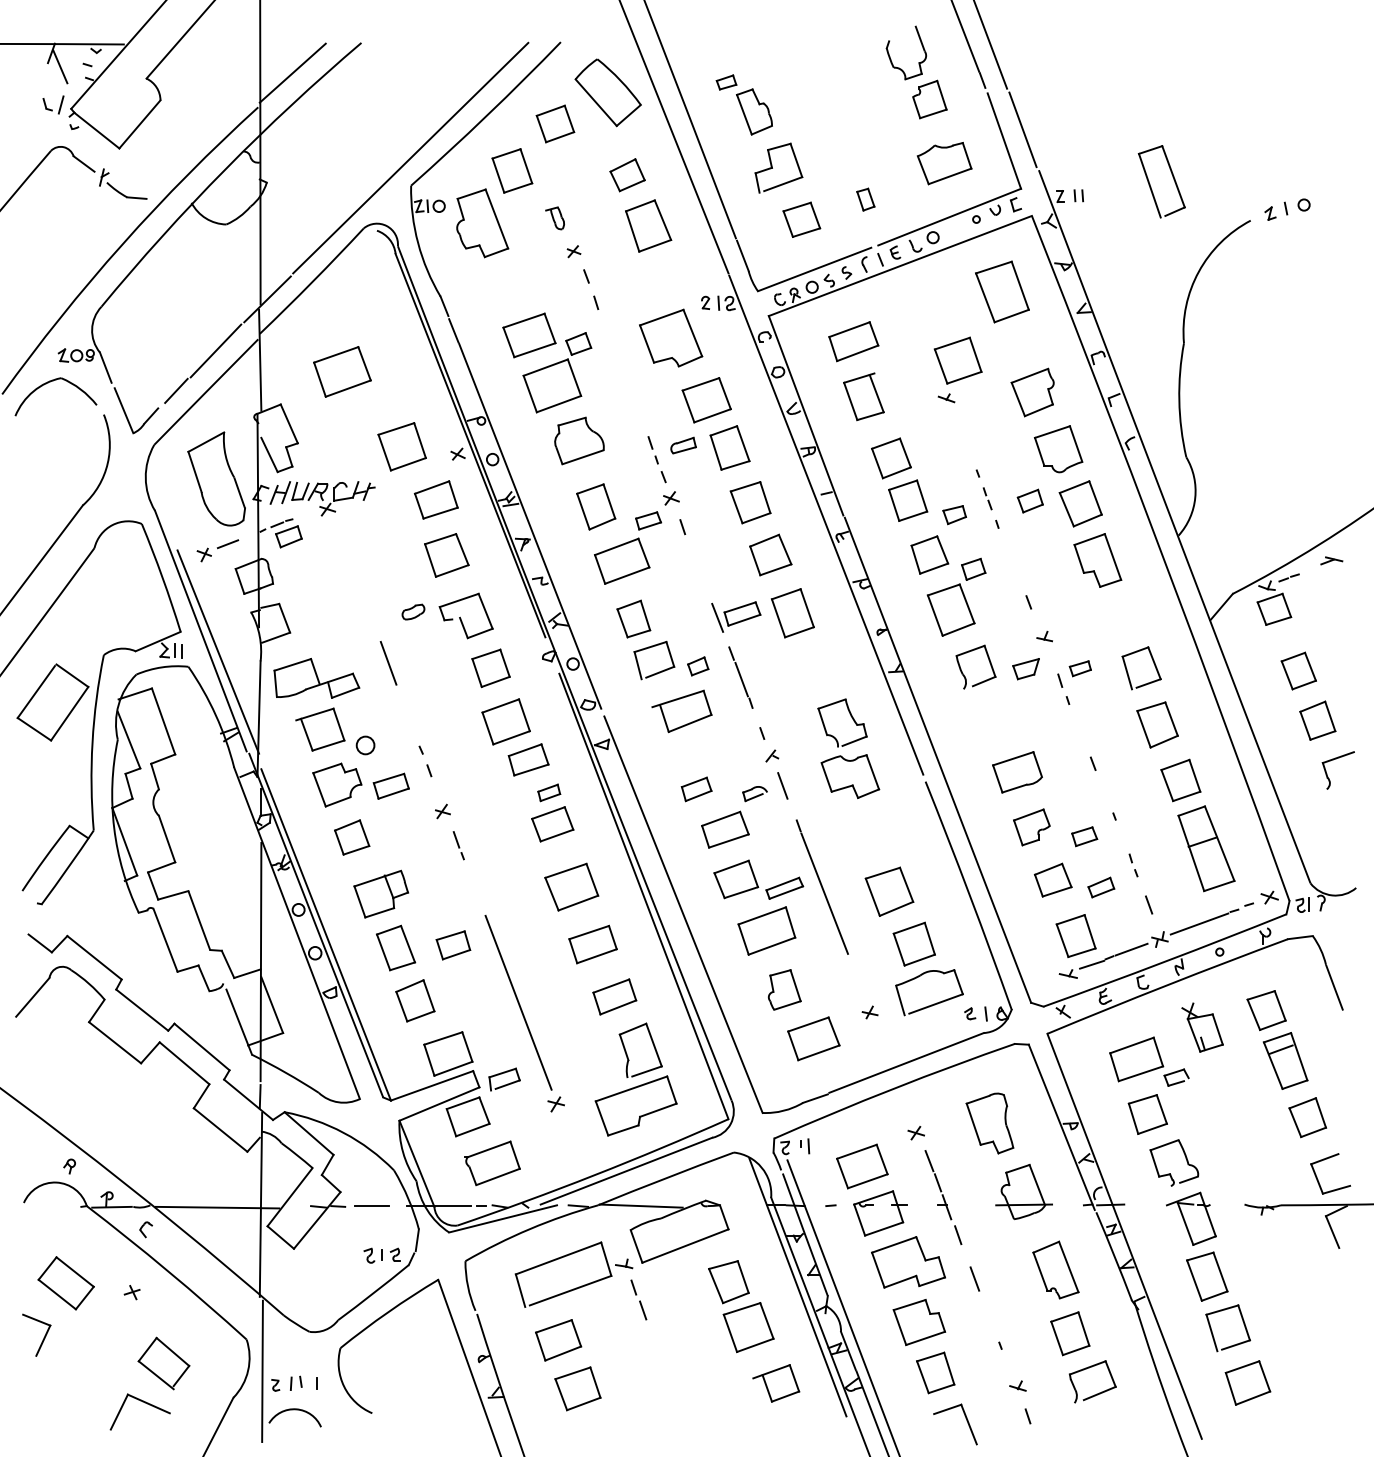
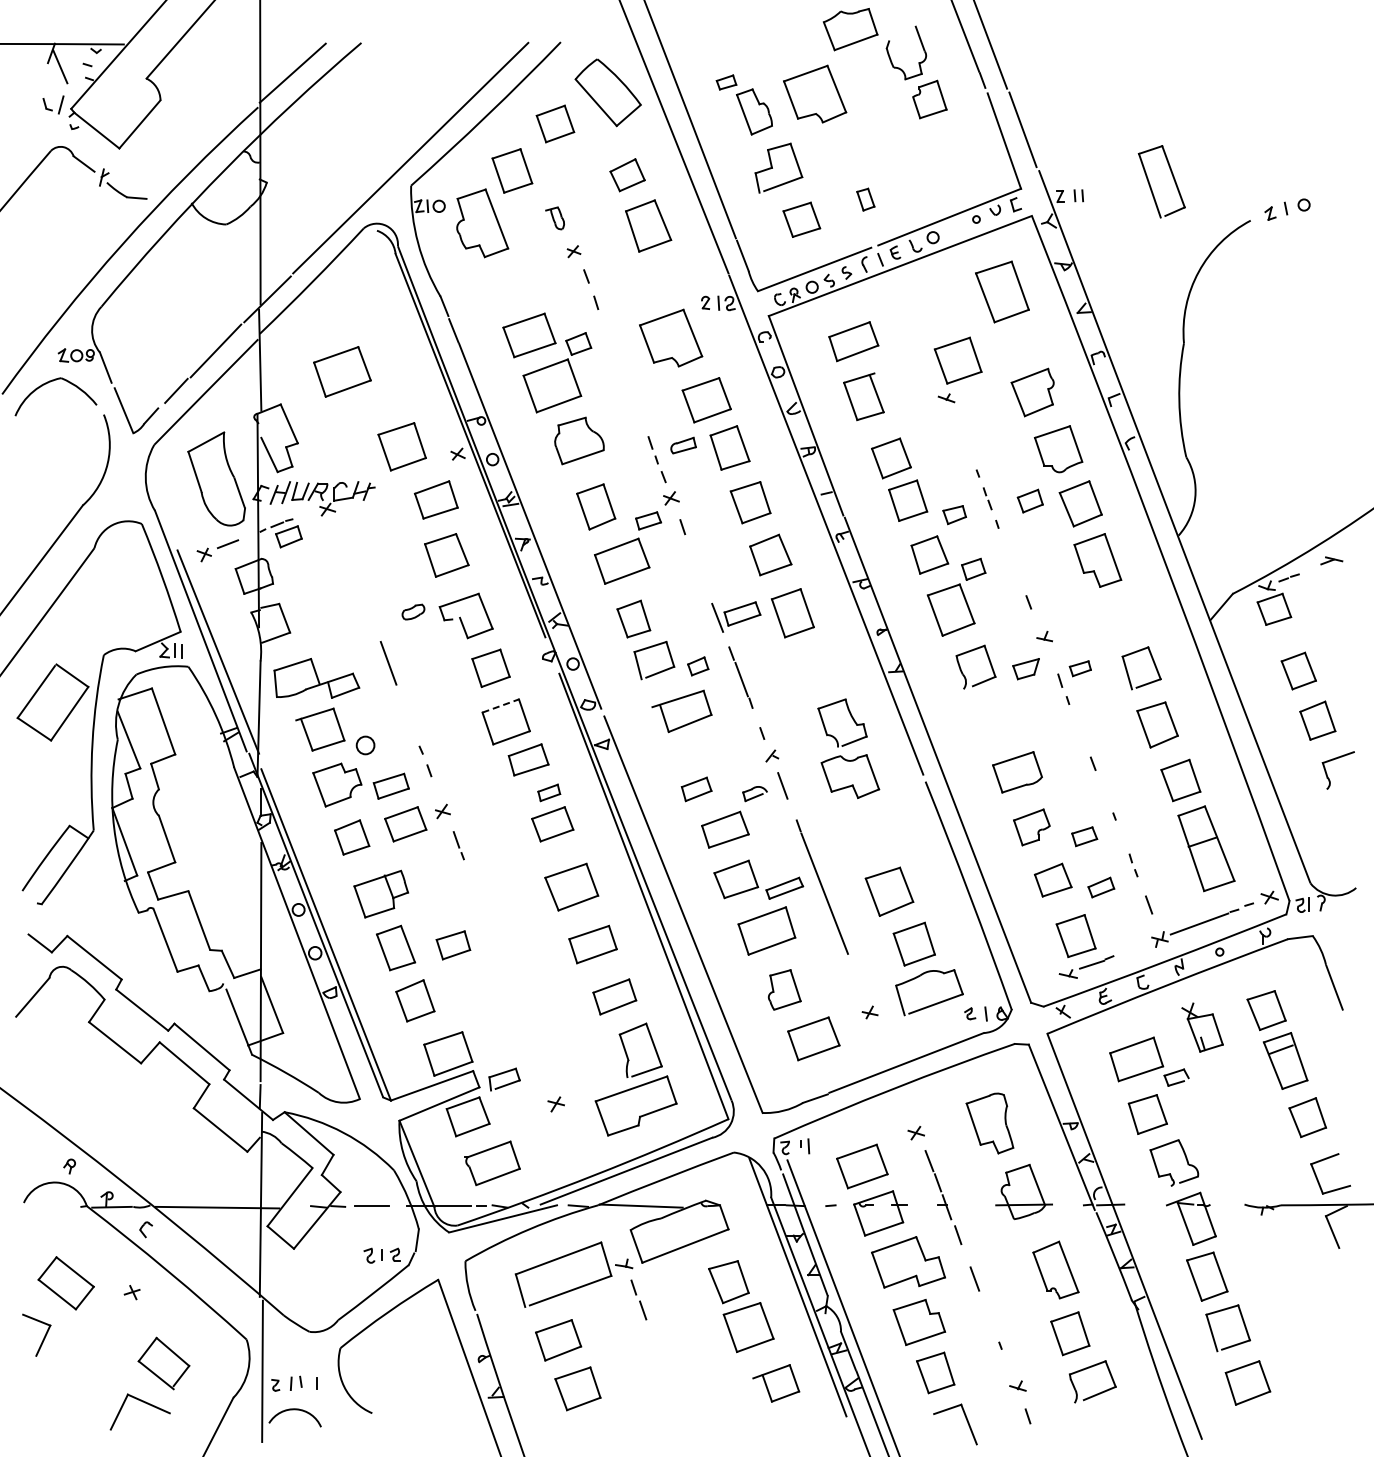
part at (815, 93): none -> present
part at (944, 163) position: (944, 163) -> (850, 29)
line at (501, 705): solid -> dashed
part at (405, 824): none -> present
line at (1131, 949): present -> none
line at (518, 1002): present -> none
